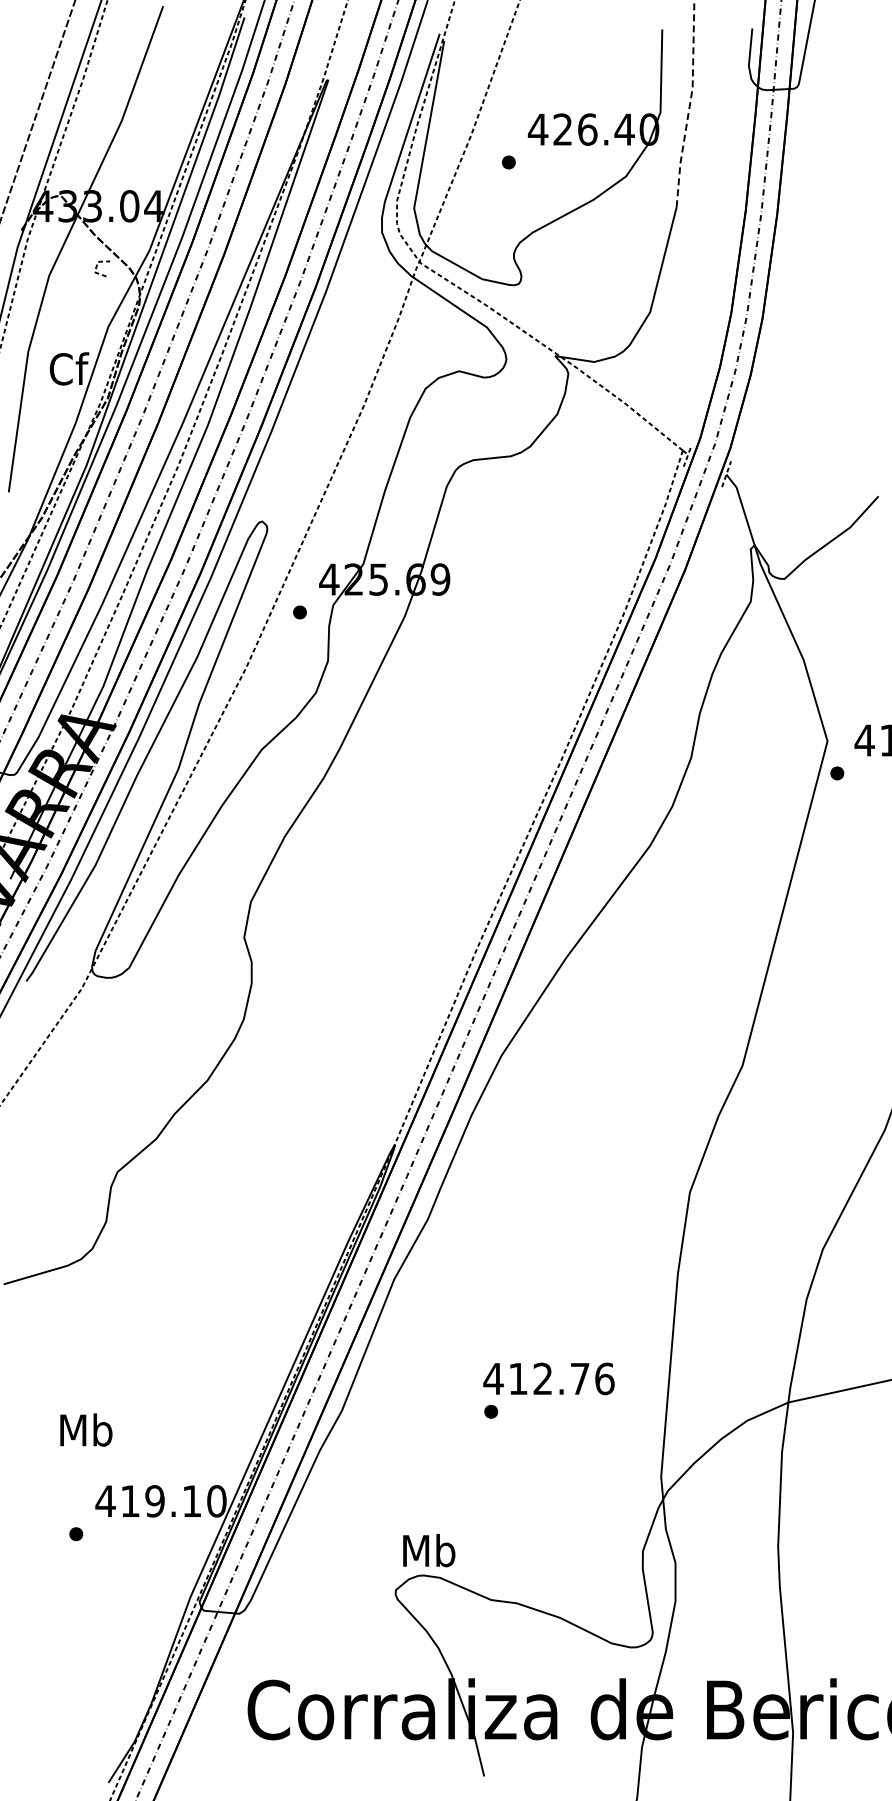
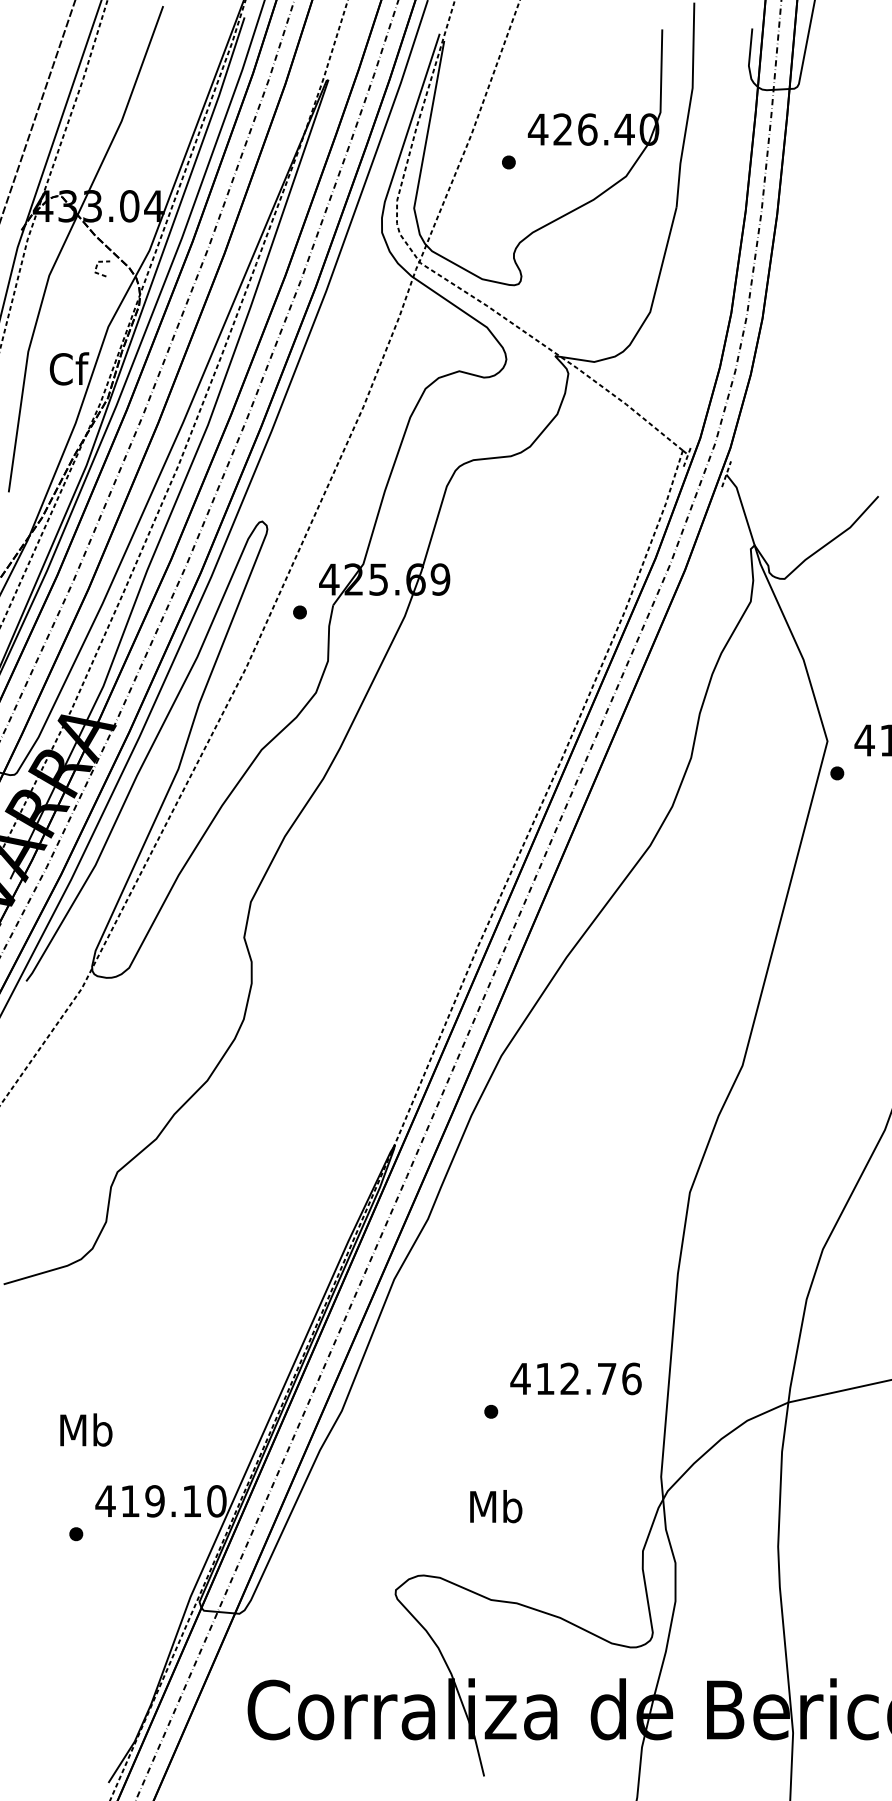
line at (689, 104): dashed -> solid
text at (548, 1378) position: (548, 1378) -> (575, 1378)
text at (429, 1550) position: (429, 1550) -> (496, 1506)
